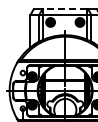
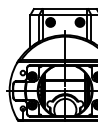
line at (64, 9): dashed -> solid
